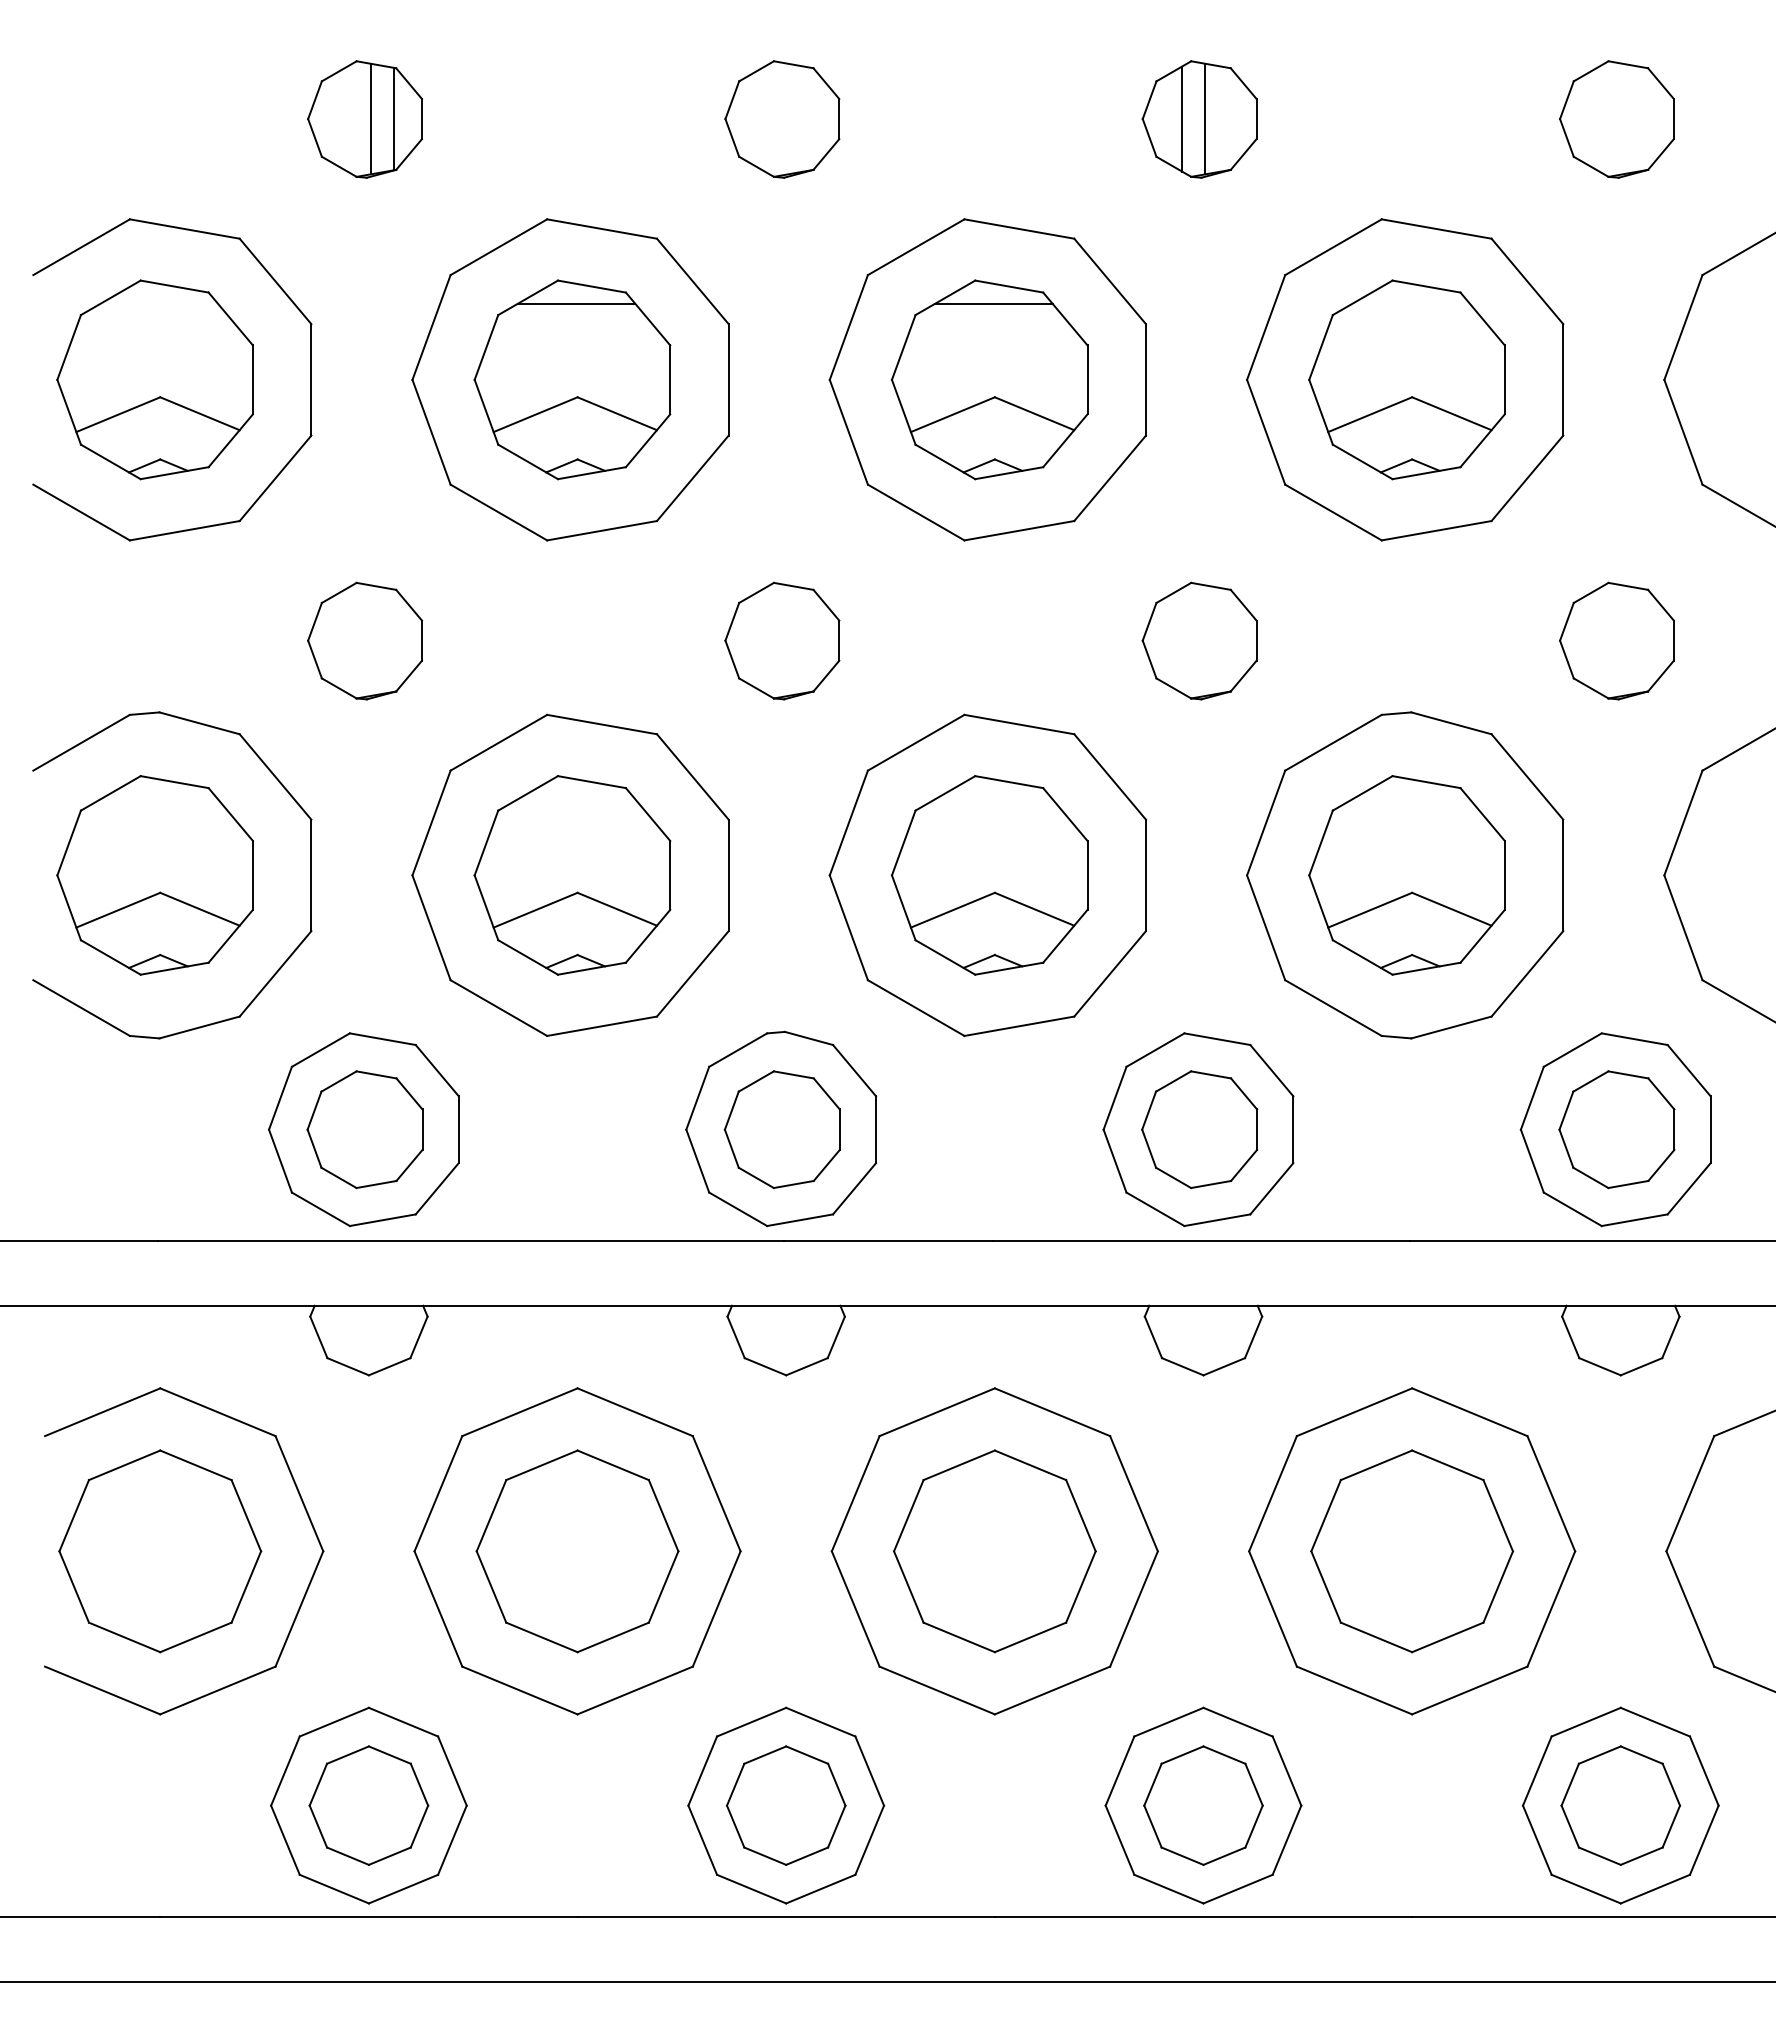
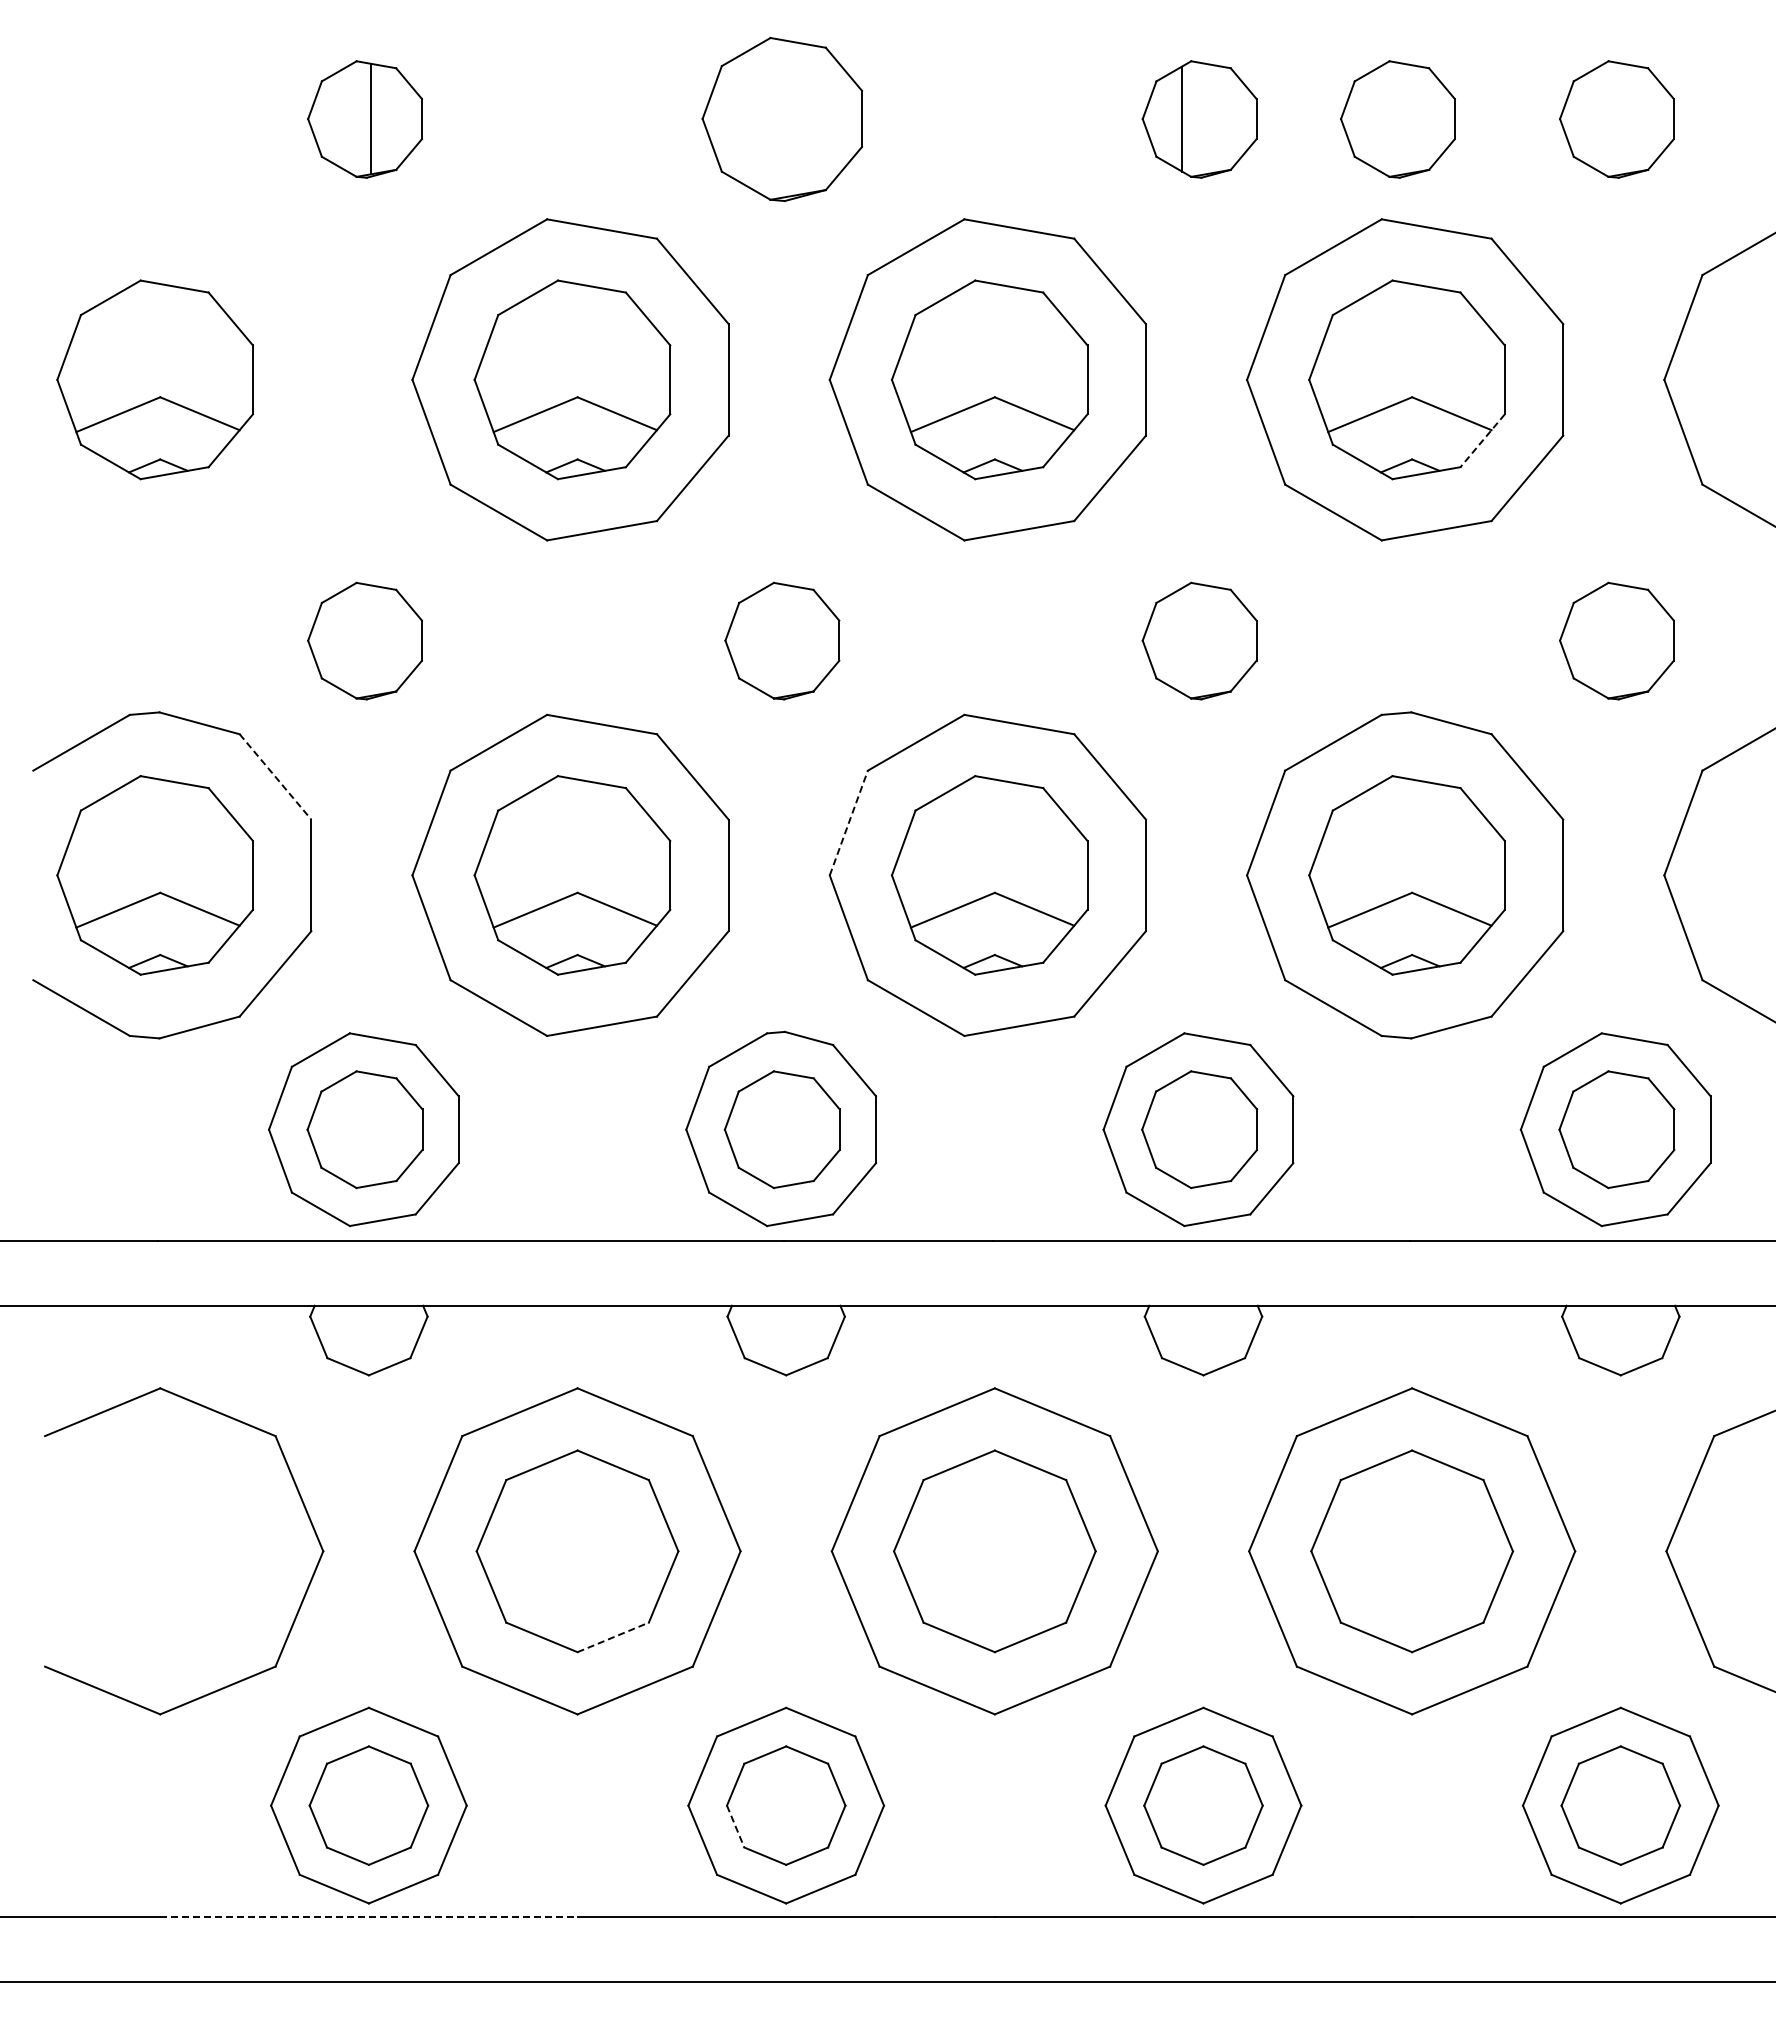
line at (393, 118): present -> none
line at (1205, 118): present -> none
part at (782, 119) size: 117x119 px -> 162x166 px
part at (1397, 119): none -> present
line at (576, 303): present -> none
line at (993, 303): present -> none
part at (310, 379): present -> none
line at (1482, 441): solid -> dashed
line at (275, 776): solid -> dashed
line at (848, 823): solid -> dashed
part at (160, 1551): present -> none
line at (613, 1637): solid -> dashed
line at (735, 1826): solid -> dashed
line at (368, 1916): solid -> dashed
